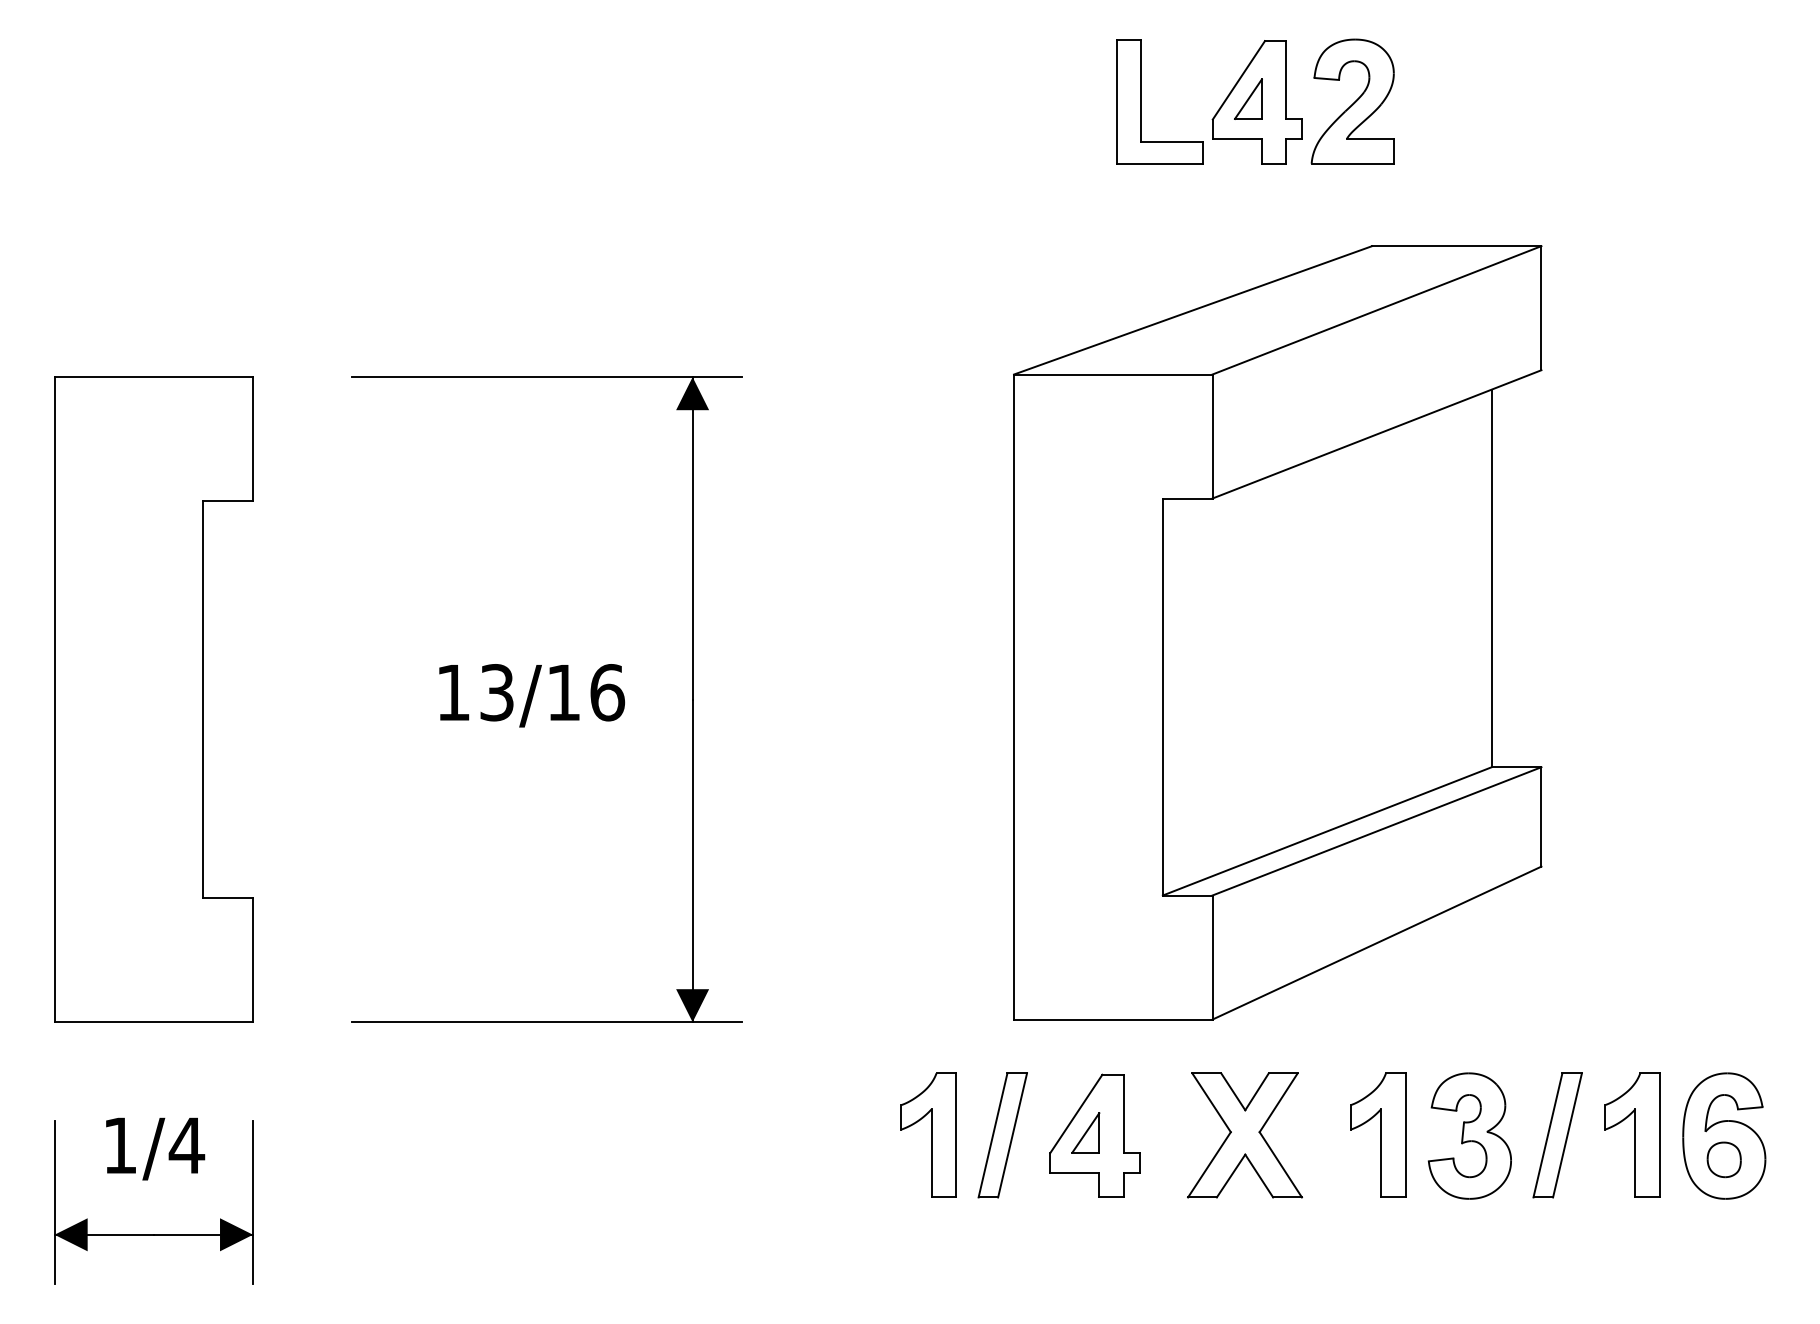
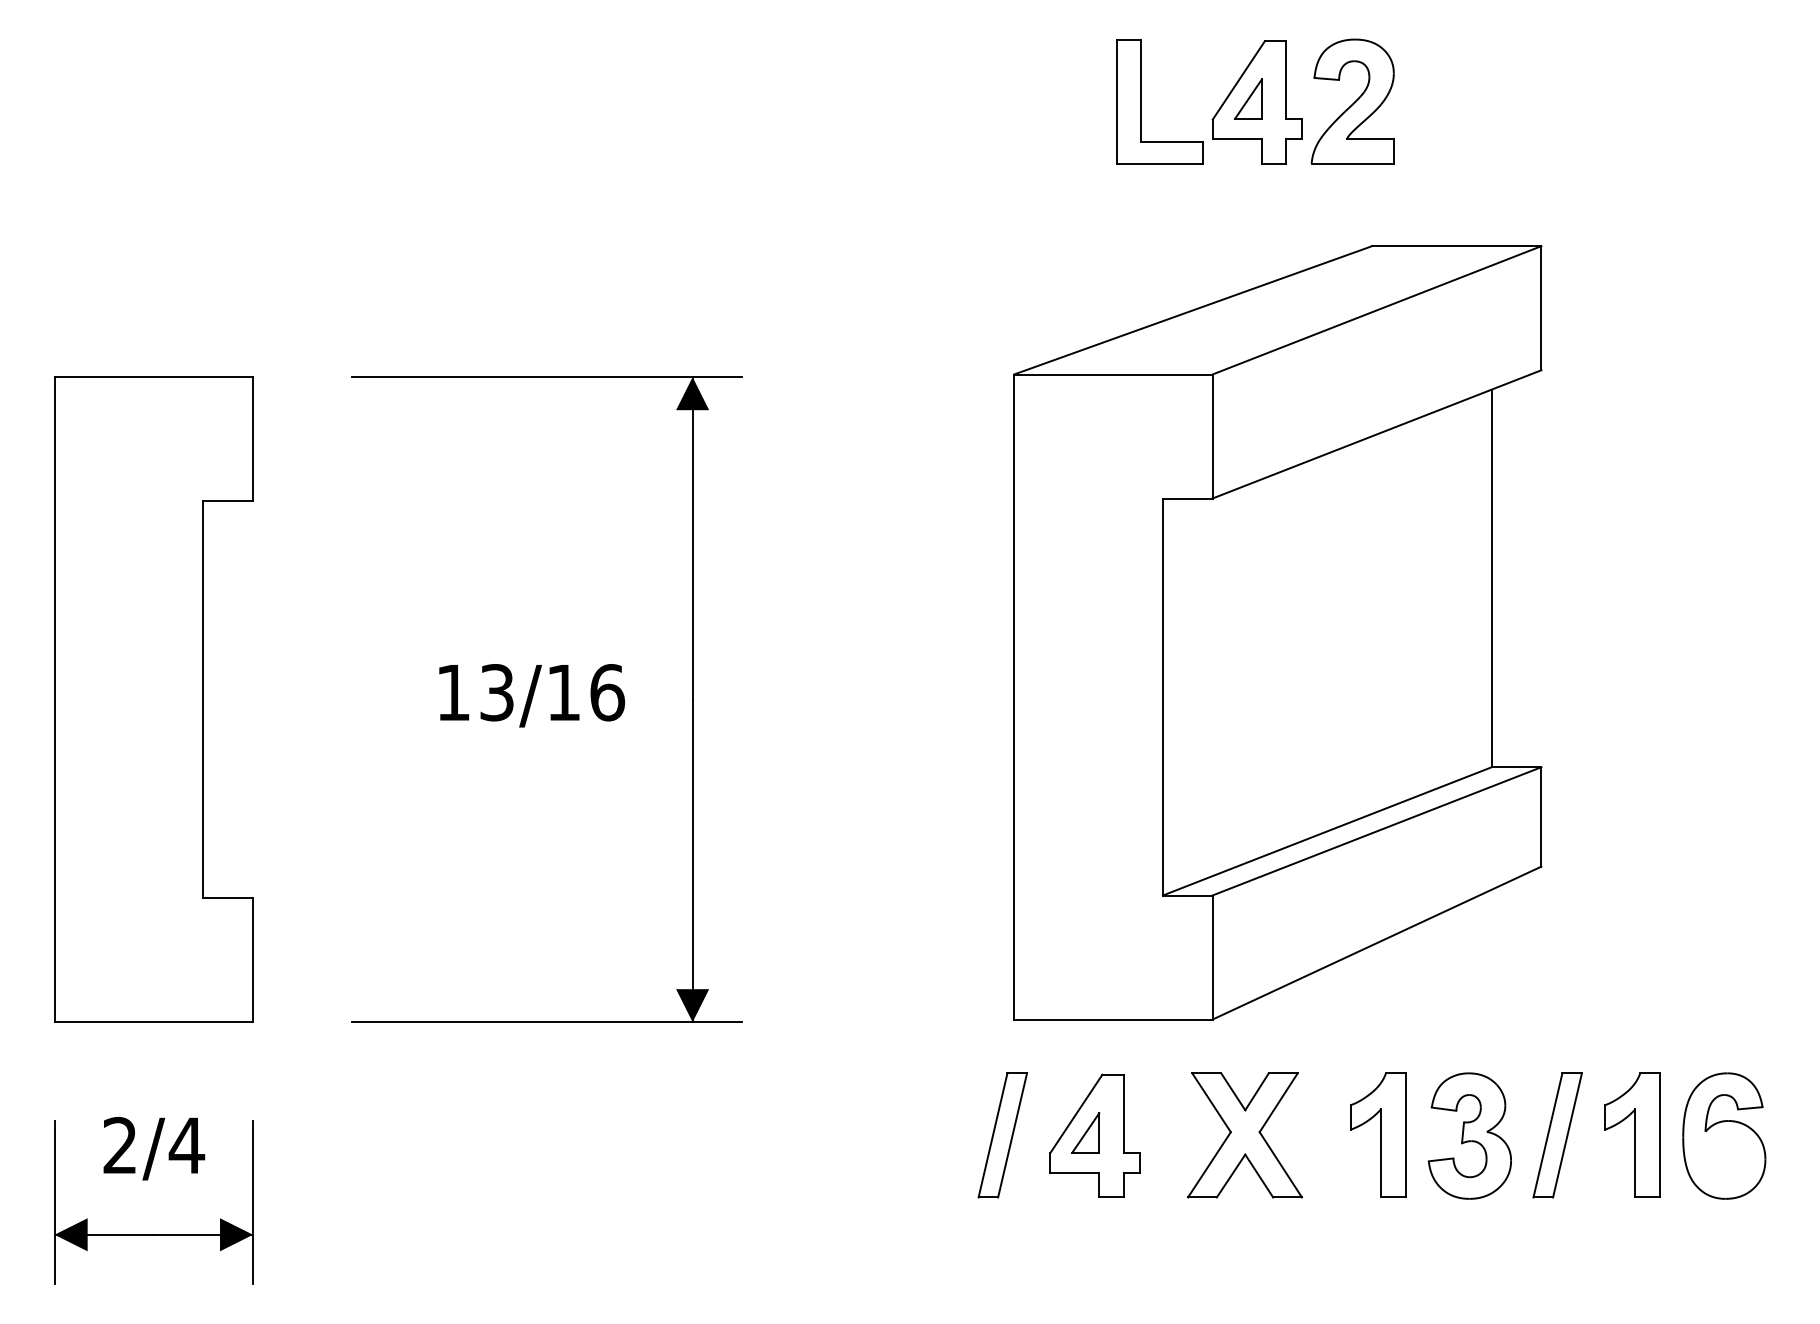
part at (928, 1134): present -> none
text at (119, 1144): 1/4 -> 2/4
part at (1723, 1159): present -> none
